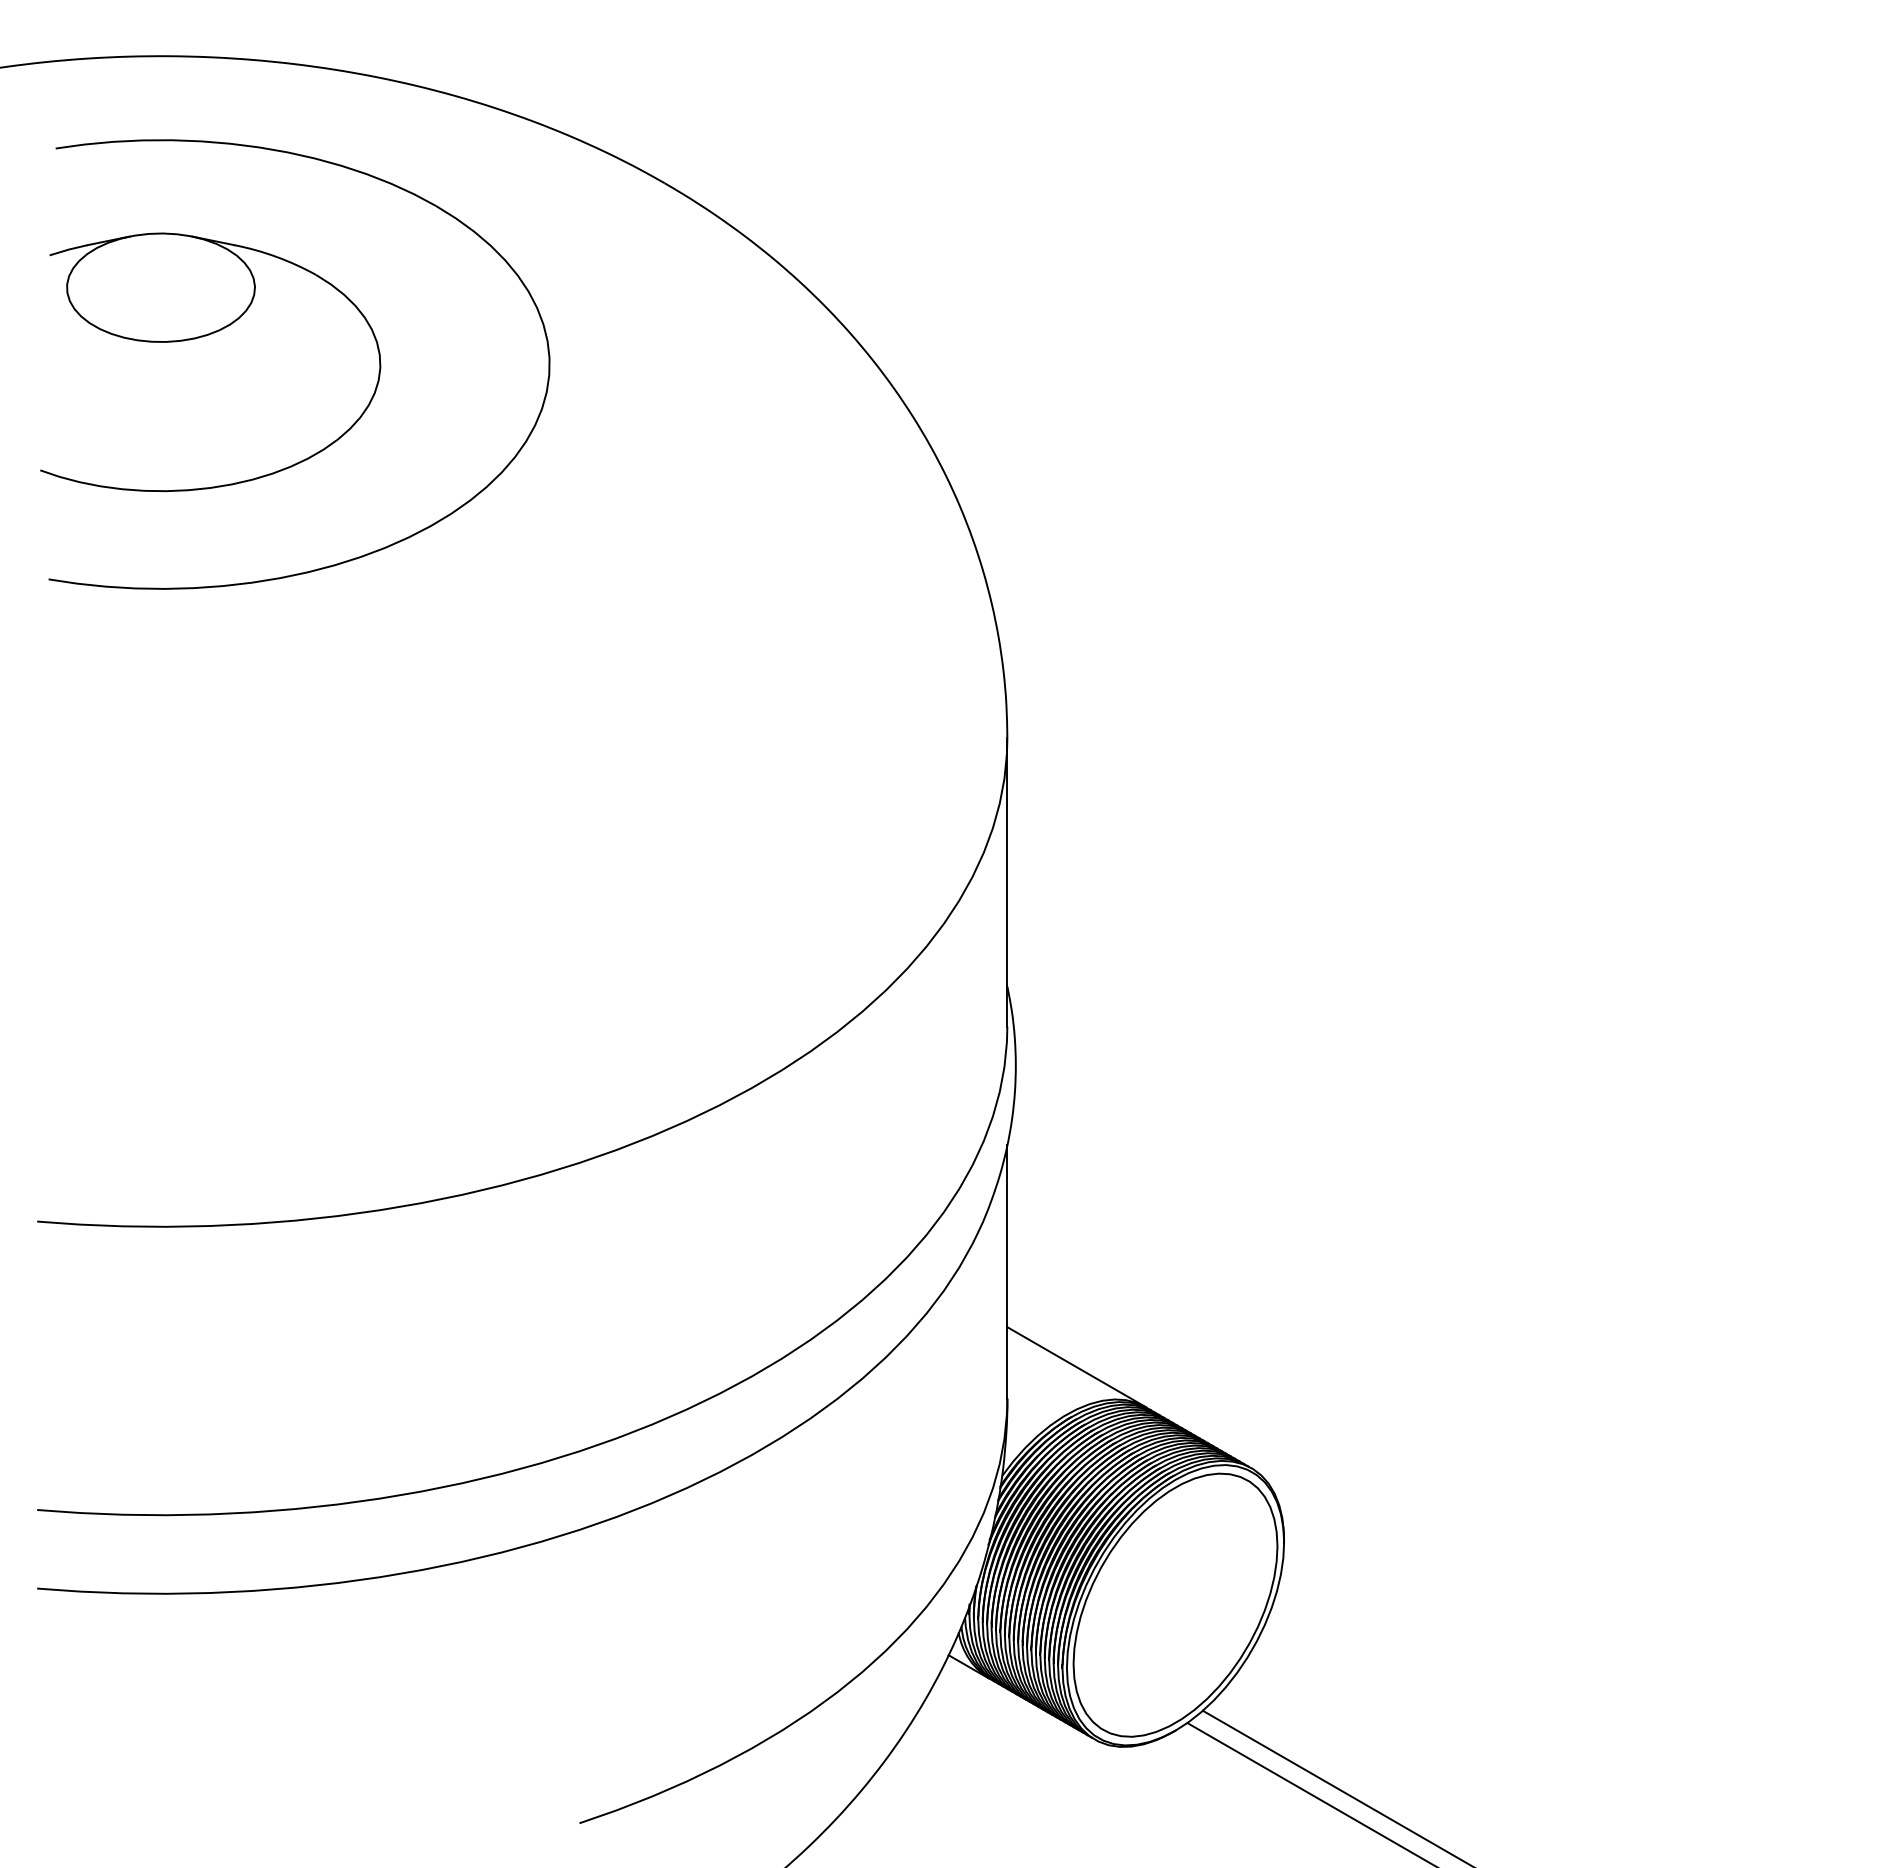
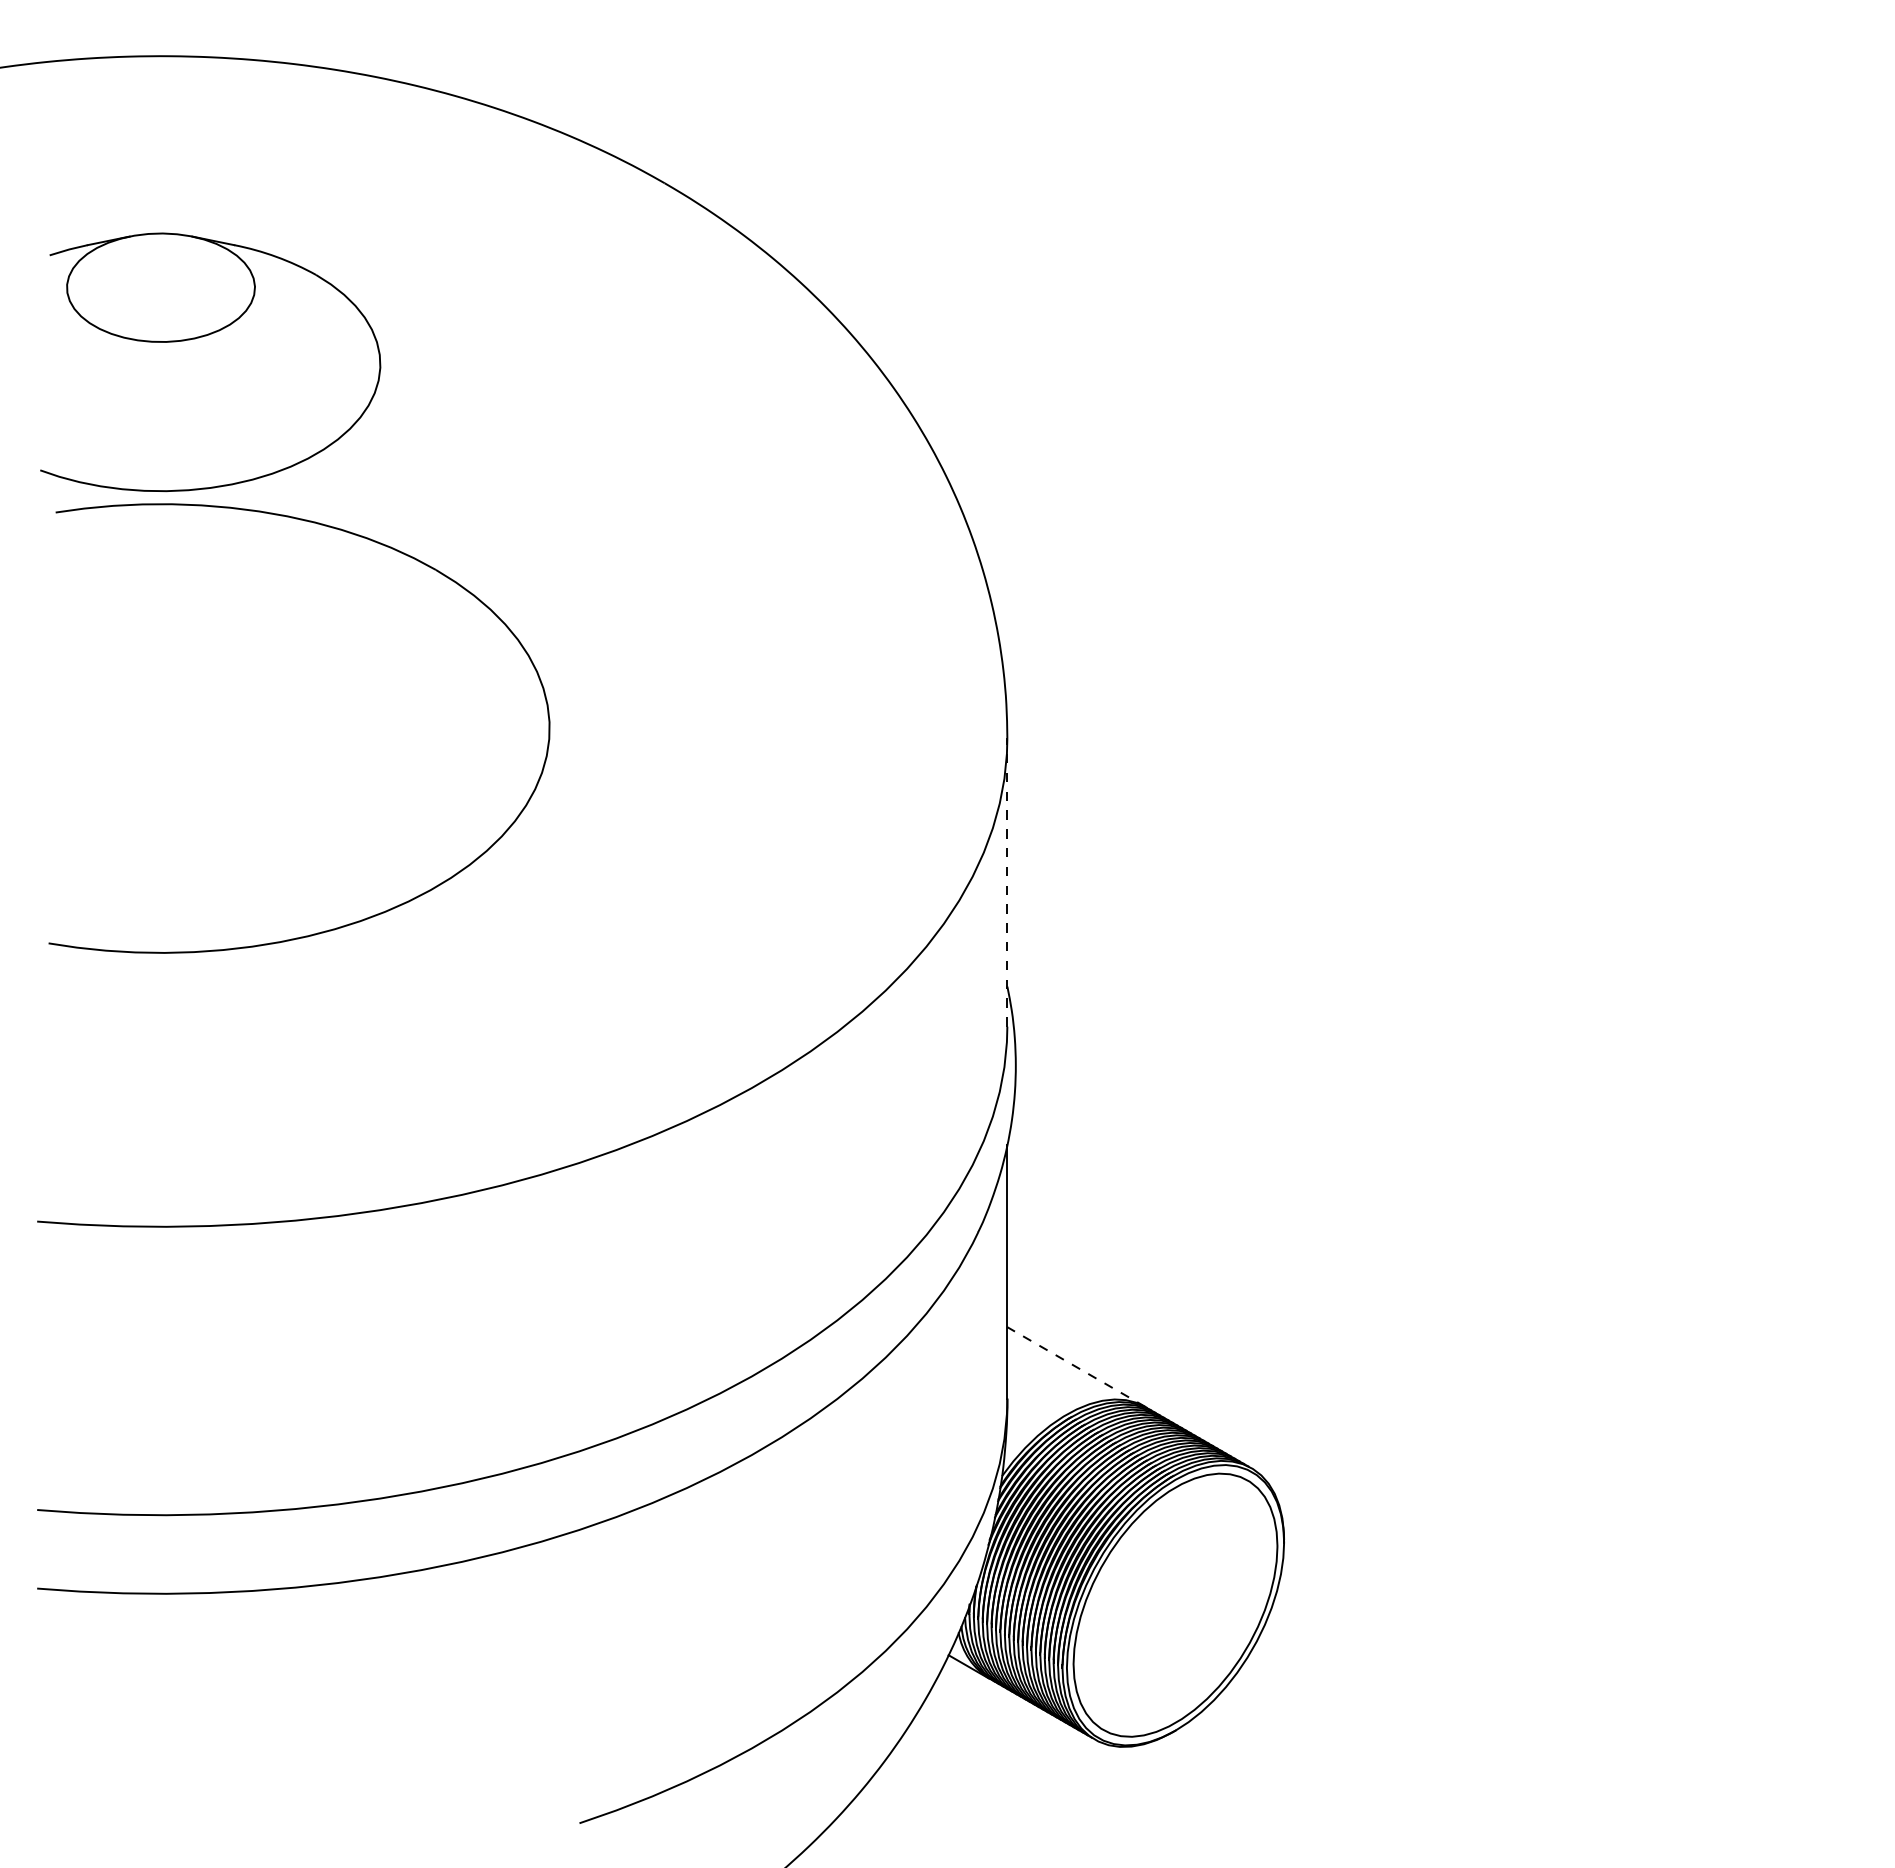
part at (360, 173) position: (360, 173) -> (360, 537)
line at (1007, 881): solid -> dashed
line at (1076, 1366): solid -> dashed
line at (1335, 1787): present -> none
line at (1309, 1793): present -> none
